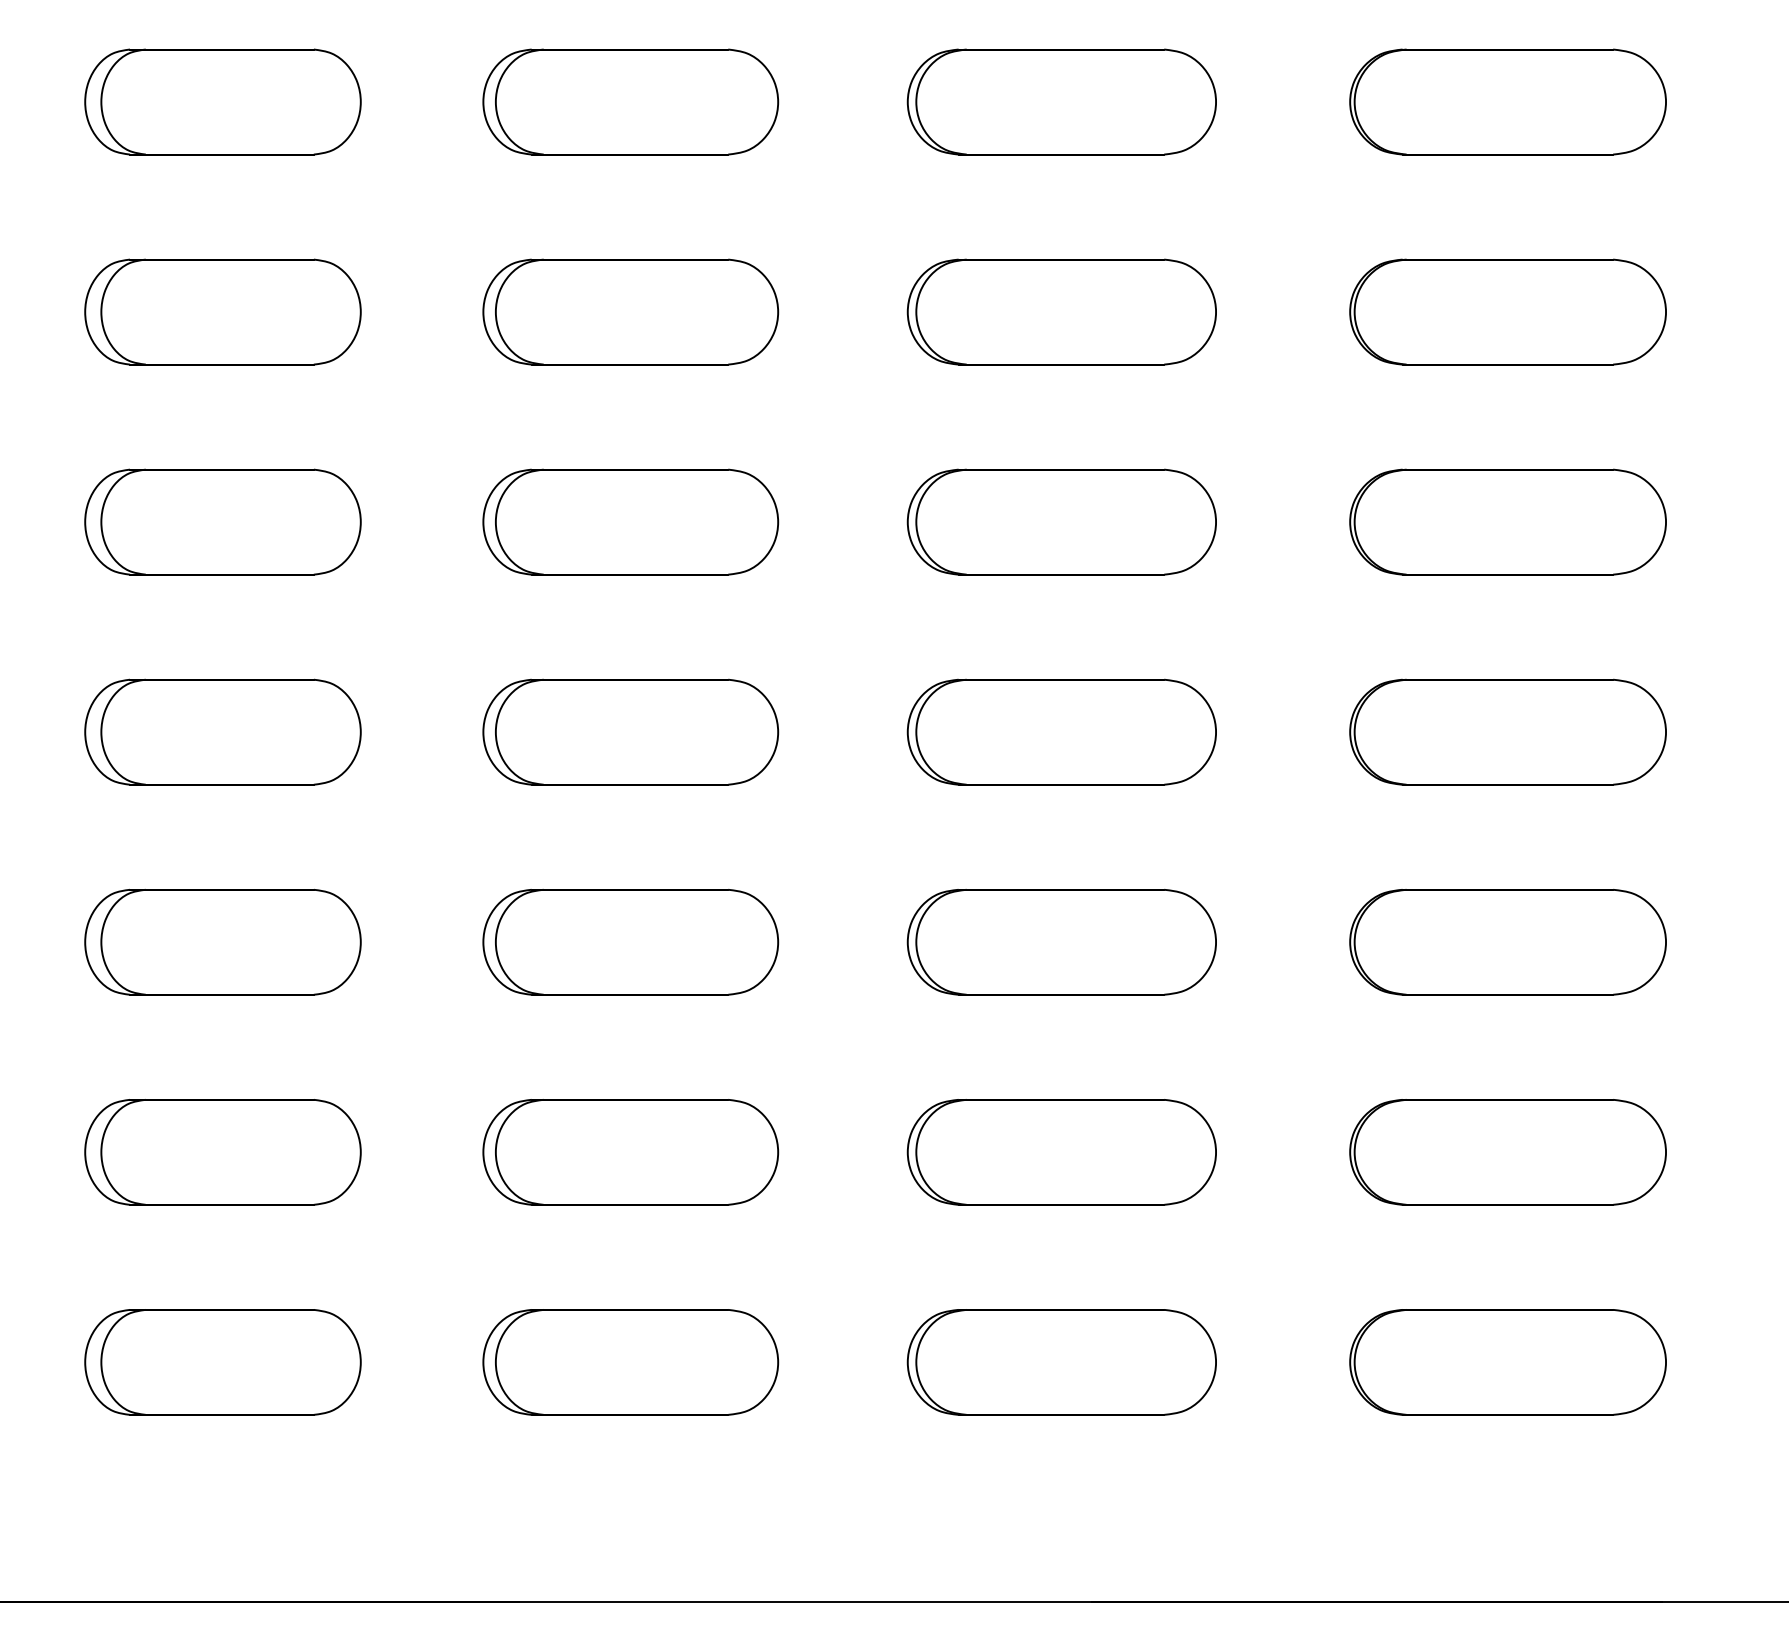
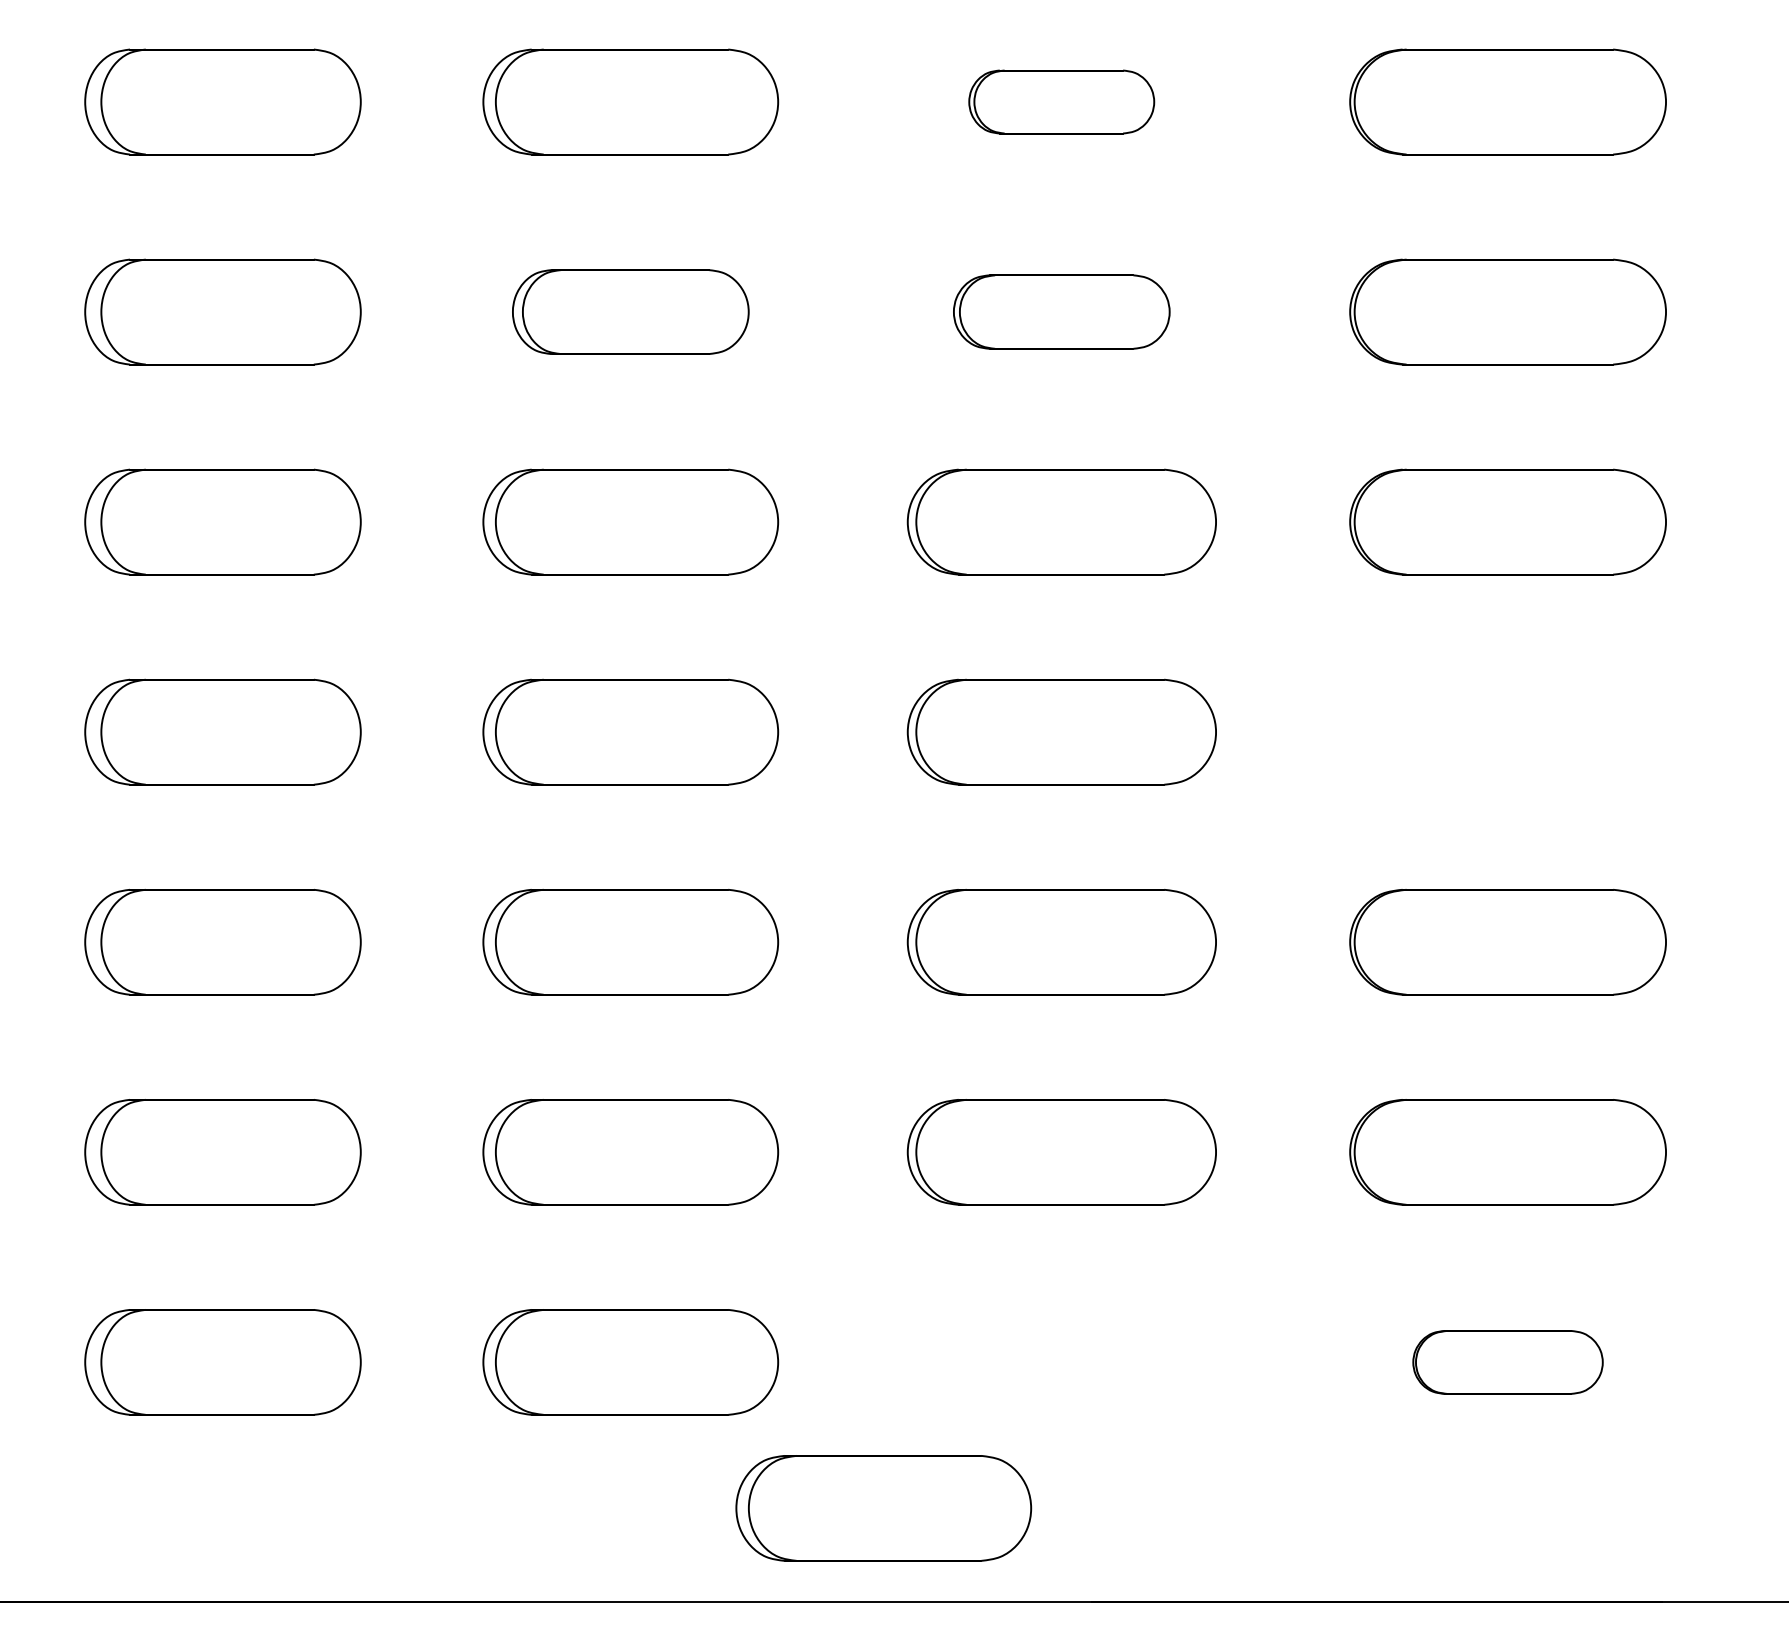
part at (1061, 101) size: 311x108 px -> 188x66 px
part at (630, 311) size: 298x108 px -> 238x86 px
part at (1061, 311) size: 311x108 px -> 218x76 px
part at (1507, 731): present -> none
part at (1061, 1362): present -> none
part at (1507, 1362) size: 318x107 px -> 192x65 px
part at (883, 1508): none -> present
